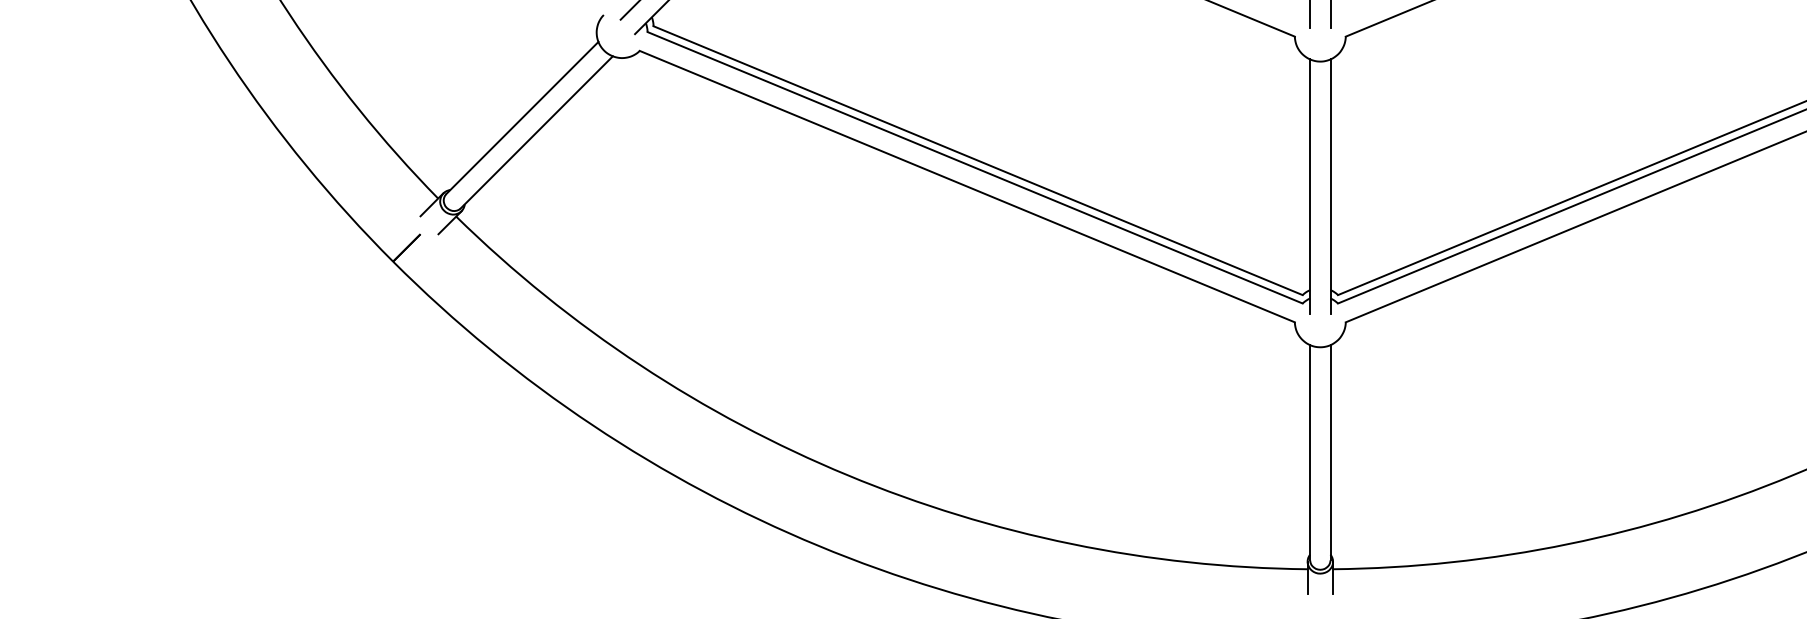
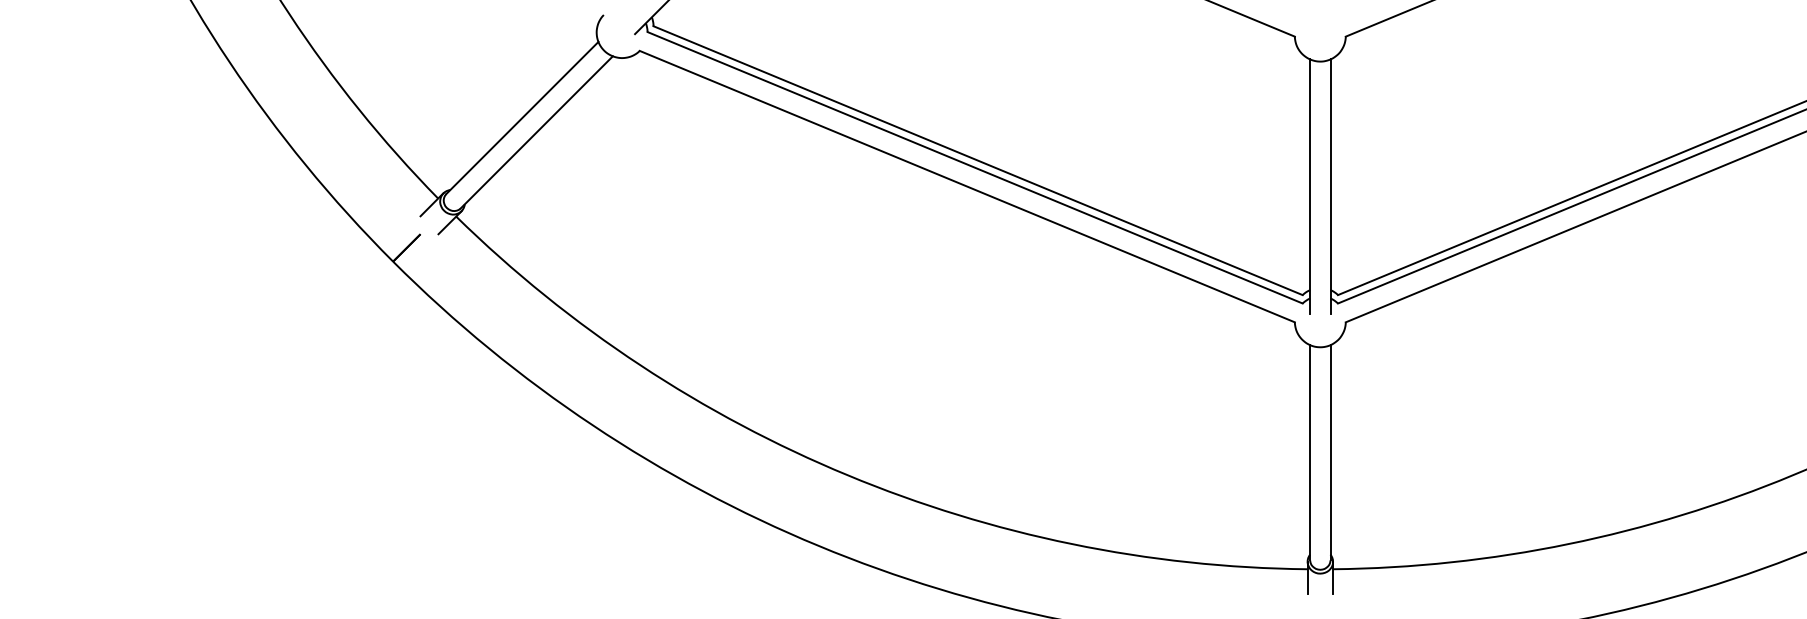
line at (629, 10): present -> none
line at (1310, 15): present -> none
line at (1330, 15): present -> none
